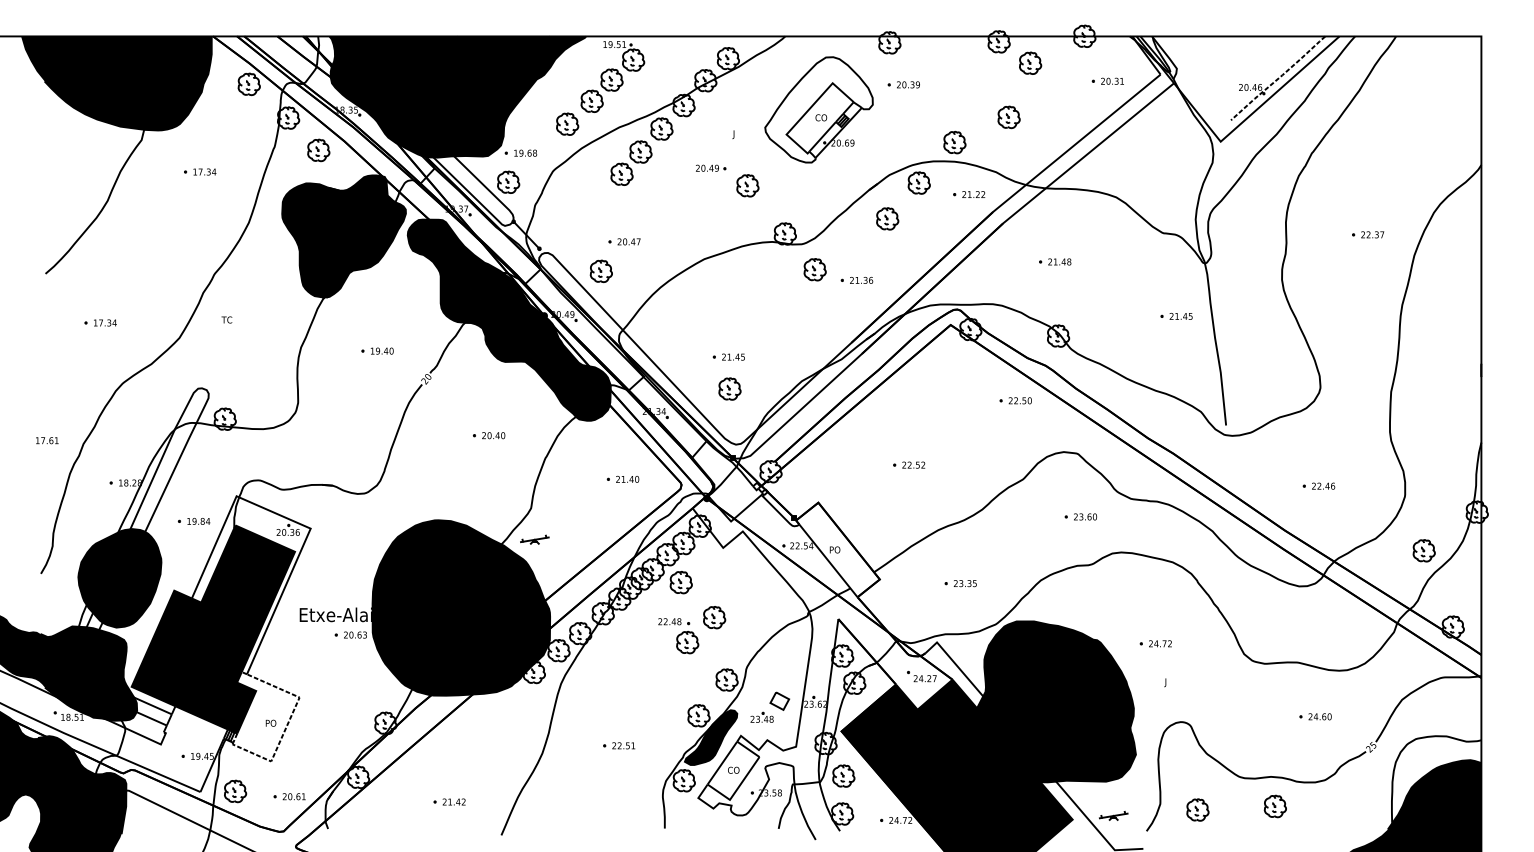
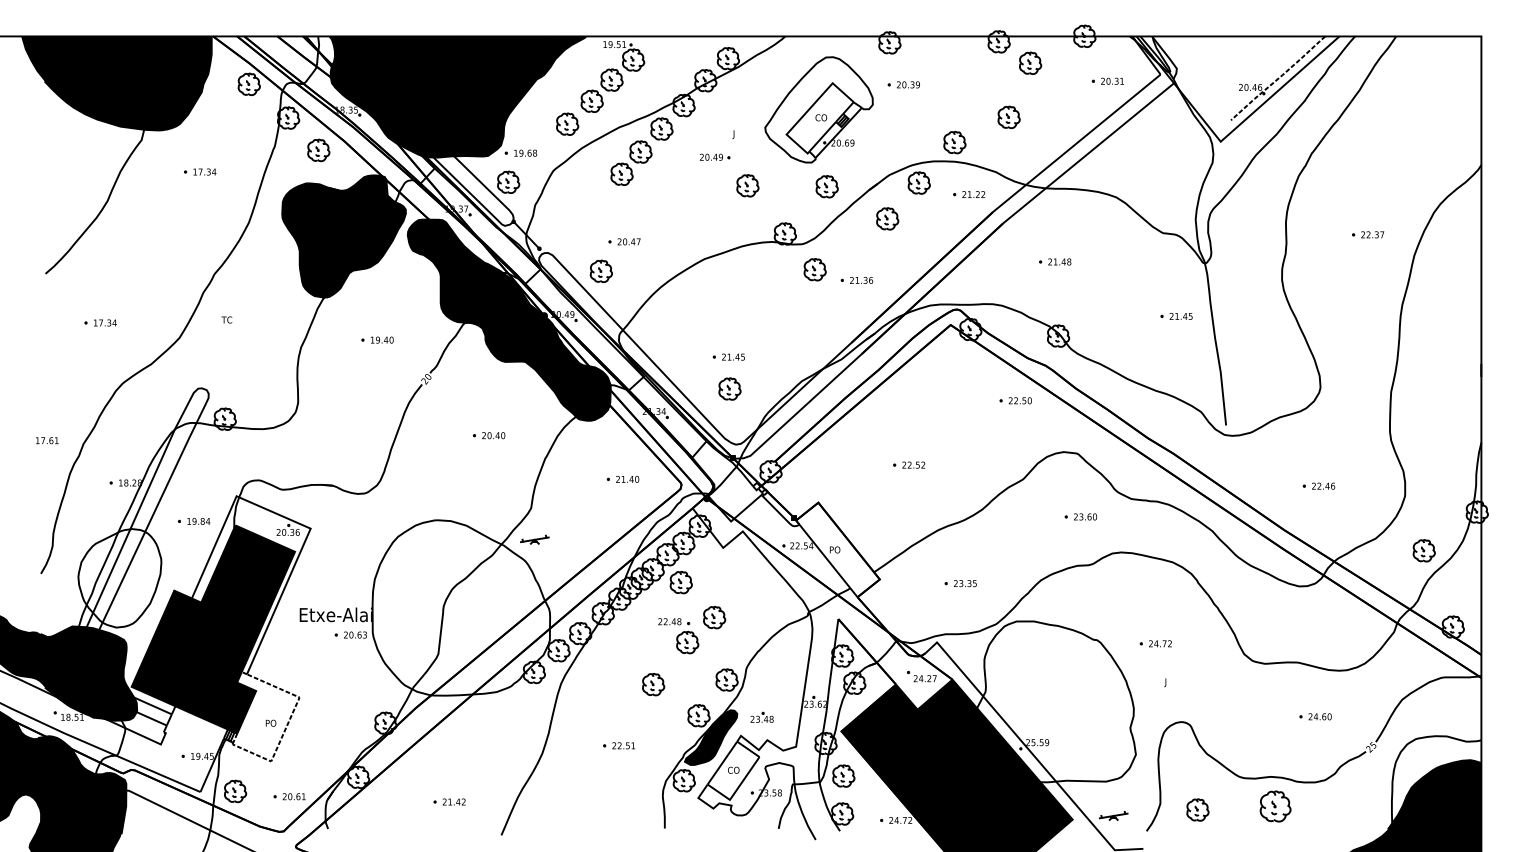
part at (711, 167) position: (711, 167) -> (715, 156)
part at (826, 186): none -> present
part at (377, 350) position: (377, 350) -> (377, 339)
fill at (119, 578): present -> none
fill at (461, 607): present -> none
part at (653, 684): none -> present
part at (779, 700): present -> none
fill at (1054, 701): present -> none
part at (1274, 806) size: 24x25 px -> 33x33 px
